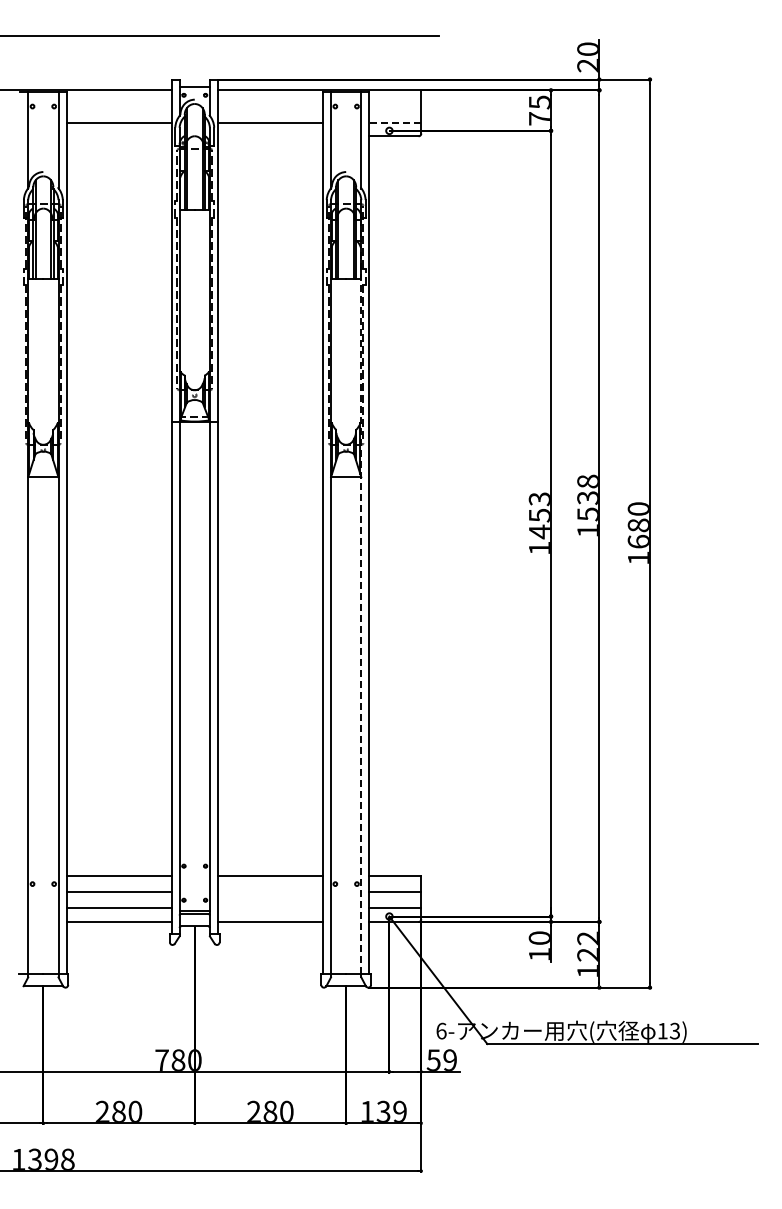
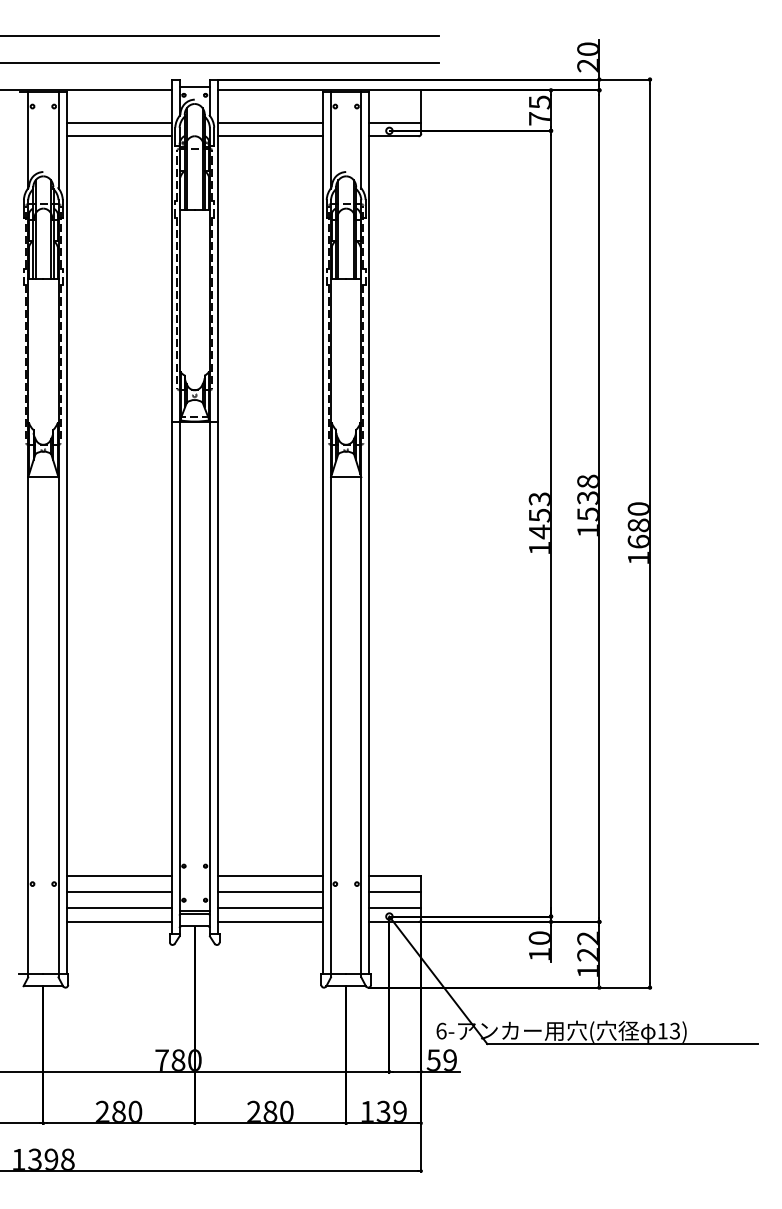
line at (220, 63): none -> present
line at (395, 122): dashed -> solid
line at (118, 136): none -> present
line at (270, 136): none -> present
line at (361, 595): dashed -> solid
line at (270, 892): none -> present
line at (270, 908): none -> present
